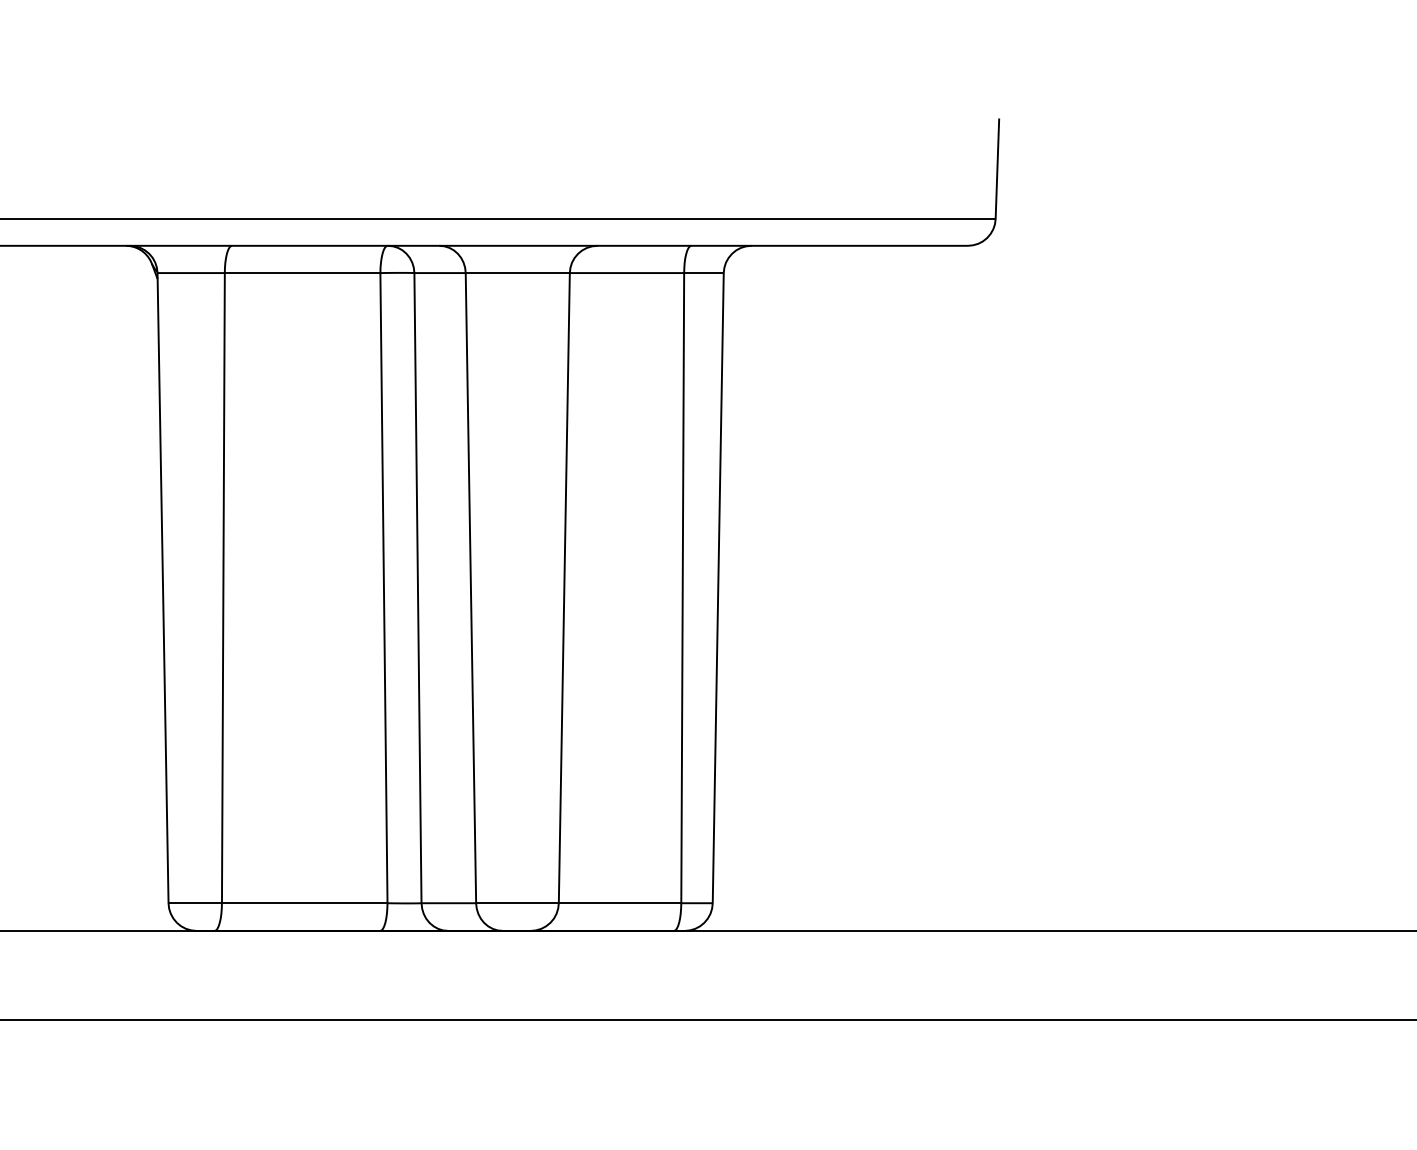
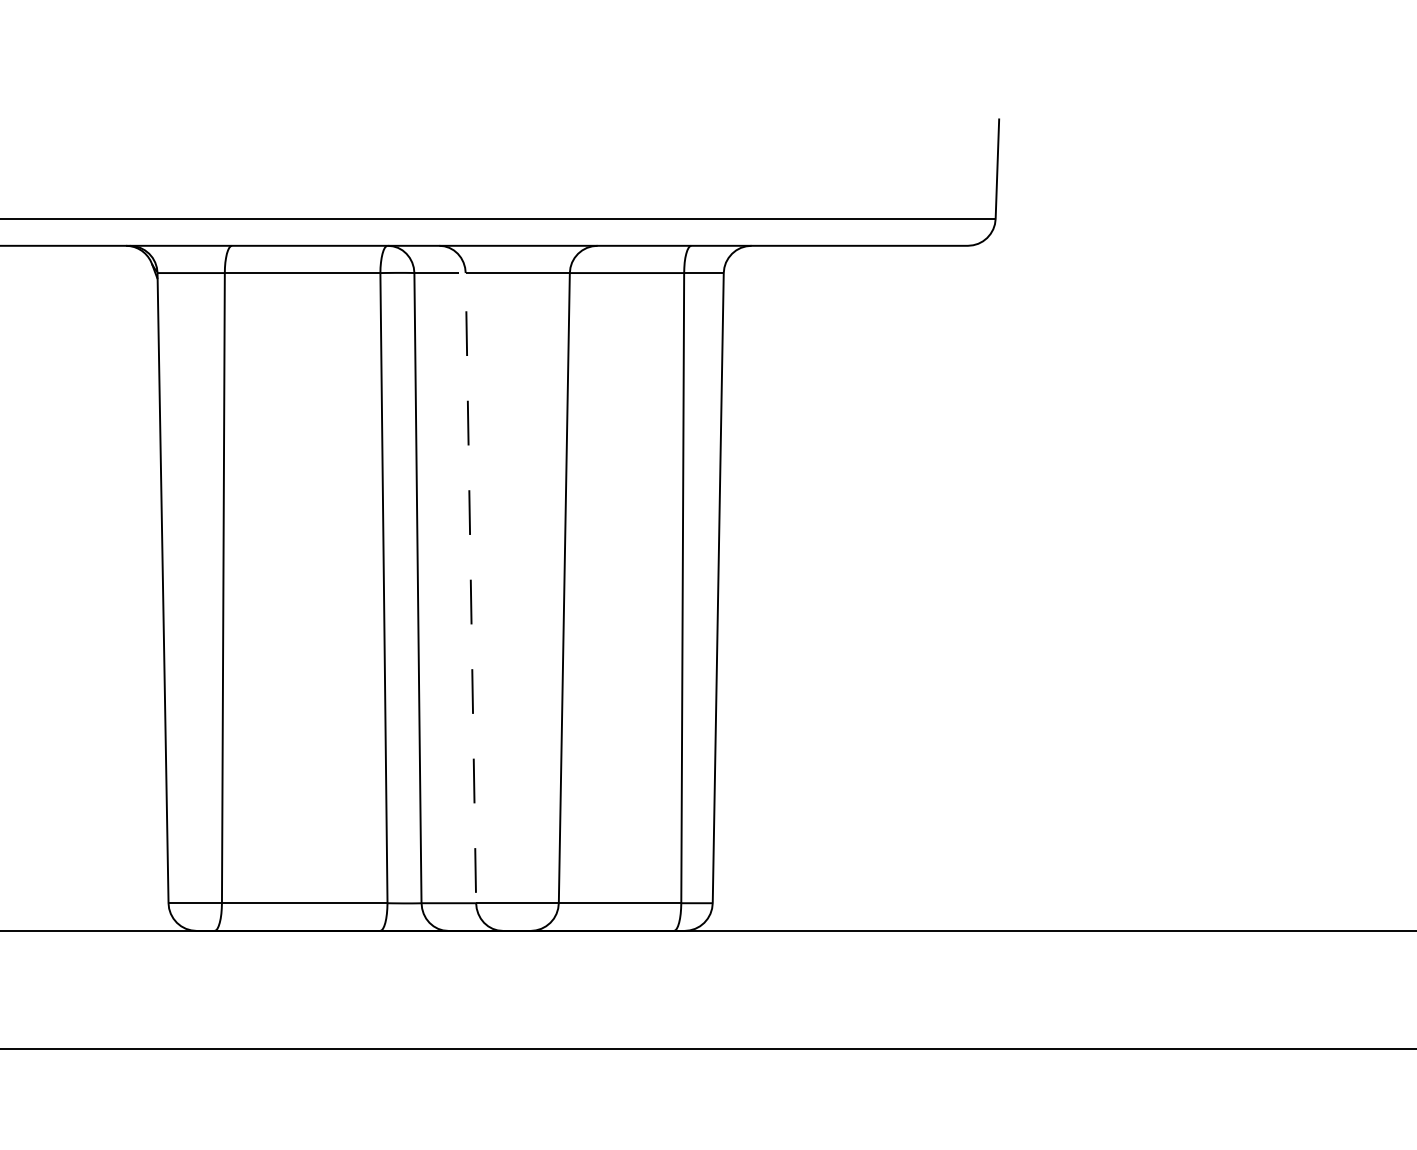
line at (470, 561): solid -> dashed
line at (707, 1020) position: (707, 1020) -> (707, 1049)
